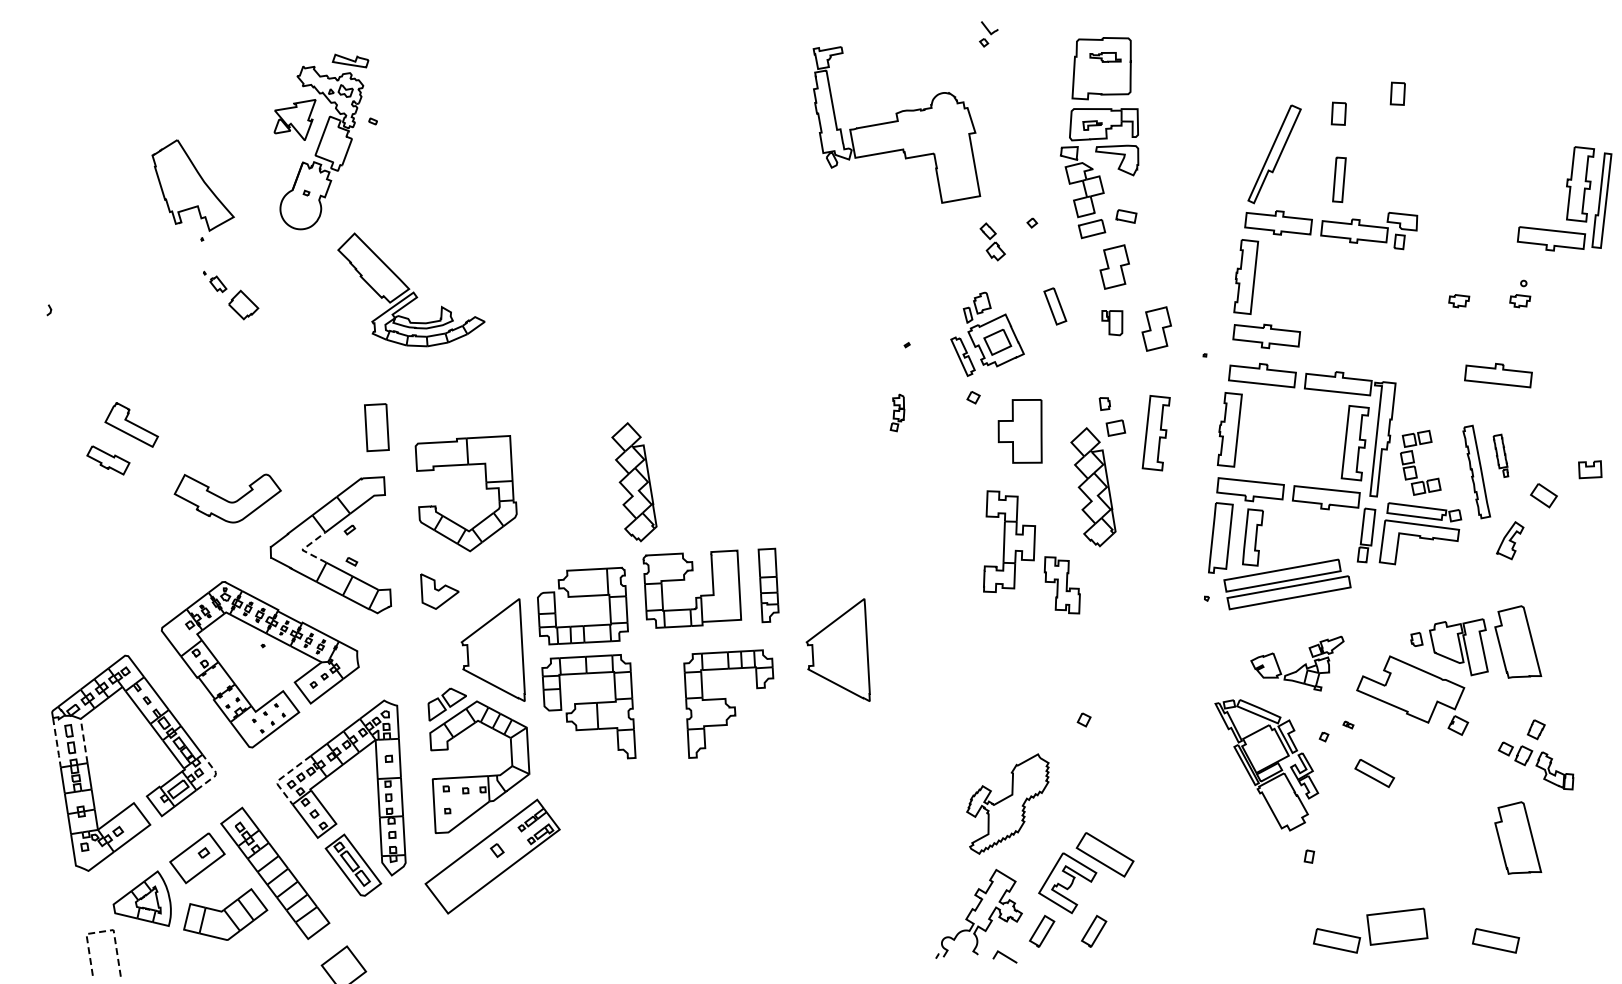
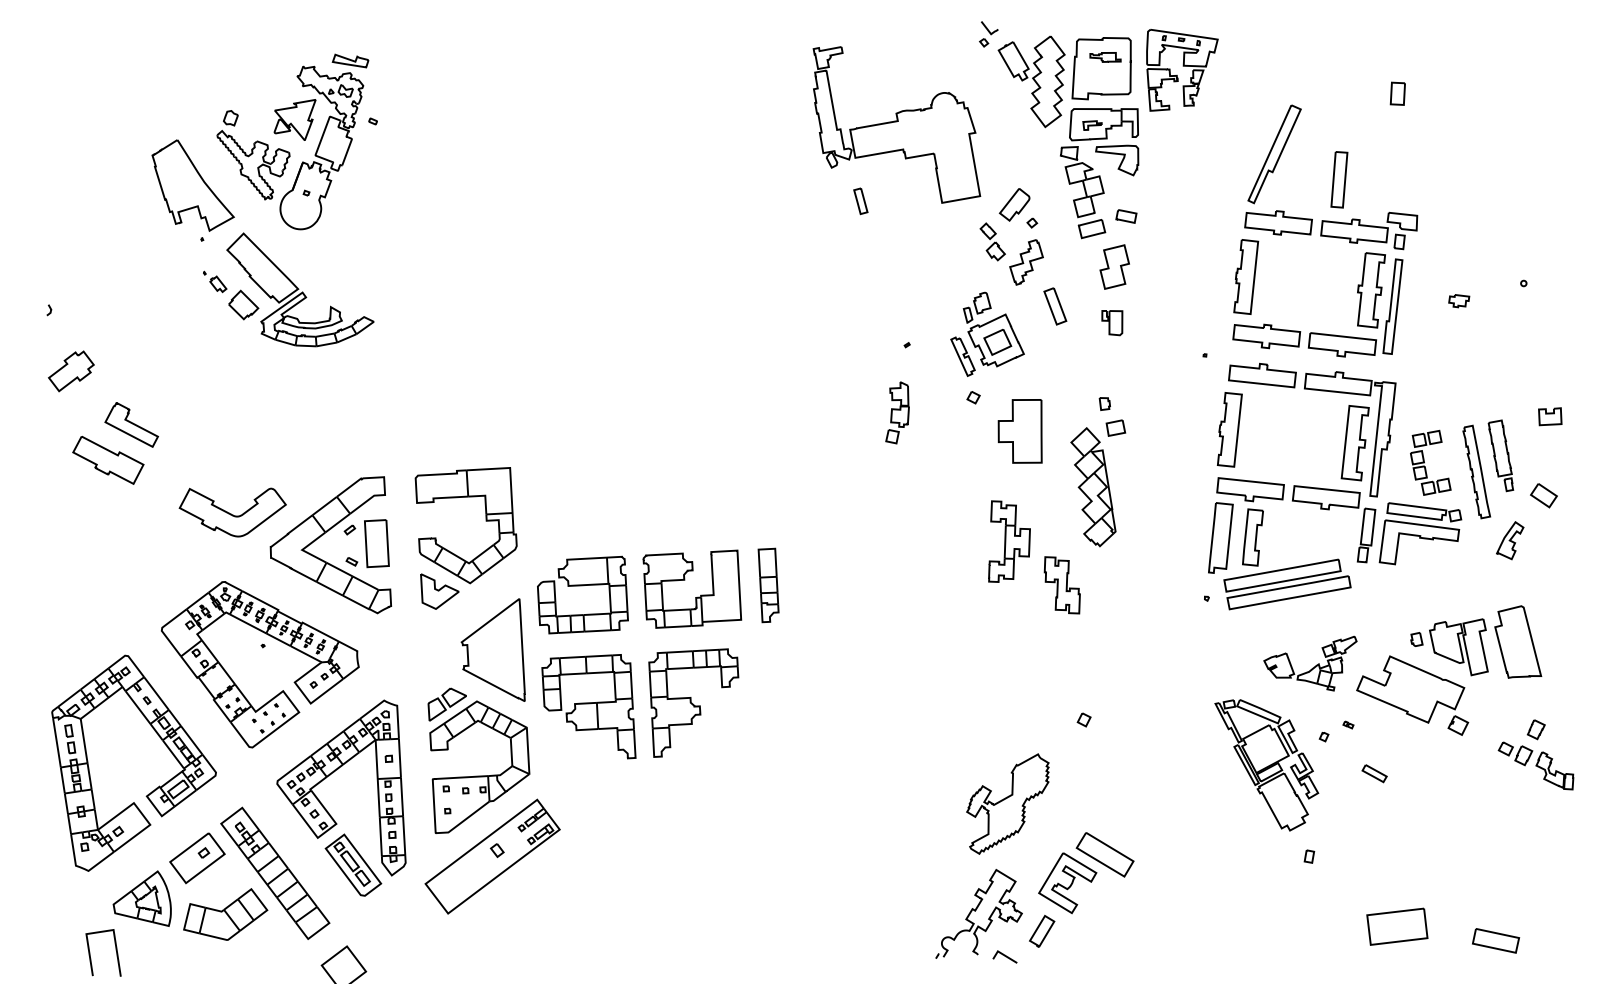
part at (1182, 70): none -> present
part at (1031, 81): none -> present
part at (1338, 113): present -> none
part at (253, 155): none -> present
part at (1339, 179) size: 15x47 px -> 19x58 px
part at (1564, 198) position: (1564, 198) -> (1355, 304)
part at (860, 201): none -> present
part at (1014, 204): none -> present
part at (1026, 262): none -> present
part at (411, 289) position: (411, 289) -> (300, 289)
part at (1520, 301): present -> none
part at (1156, 328): present -> none
part at (71, 371): none -> present
part at (1498, 375): present -> none
part at (897, 412) size: 17x40 px -> 25x64 px
part at (376, 427) position: (376, 427) -> (376, 543)
part at (1155, 433): present -> none
part at (1500, 455) size: 18x45 px -> 28x74 px
part at (108, 460) size: 45x31 px -> 73x49 px
part at (1420, 462) position: (1420, 462) -> (1430, 462)
part at (1590, 469) position: (1590, 469) -> (1550, 416)
part at (634, 482): present -> none
part at (485, 489) position: (485, 489) -> (485, 521)
part at (227, 498) position: (227, 498) -> (232, 512)
part at (1009, 541) size: 54x103 px -> 43x83 px
line at (302, 549): dashed -> solid
part at (582, 597) position: (582, 597) -> (582, 586)
part at (837, 649): present -> none
part at (1297, 663) position: (1297, 663) -> (1310, 663)
part at (728, 703) position: (728, 703) -> (693, 702)
line at (84, 740): dashed -> solid
line at (57, 743): dashed -> solid
part at (1374, 773) size: 42x29 px -> 27x20 px
line at (215, 774): dashed -> solid
line at (281, 777): dashed -> solid
part at (1518, 837): present -> none
part at (1094, 930): present -> none
line at (101, 931): dashed -> solid
part at (1337, 940): present -> none
